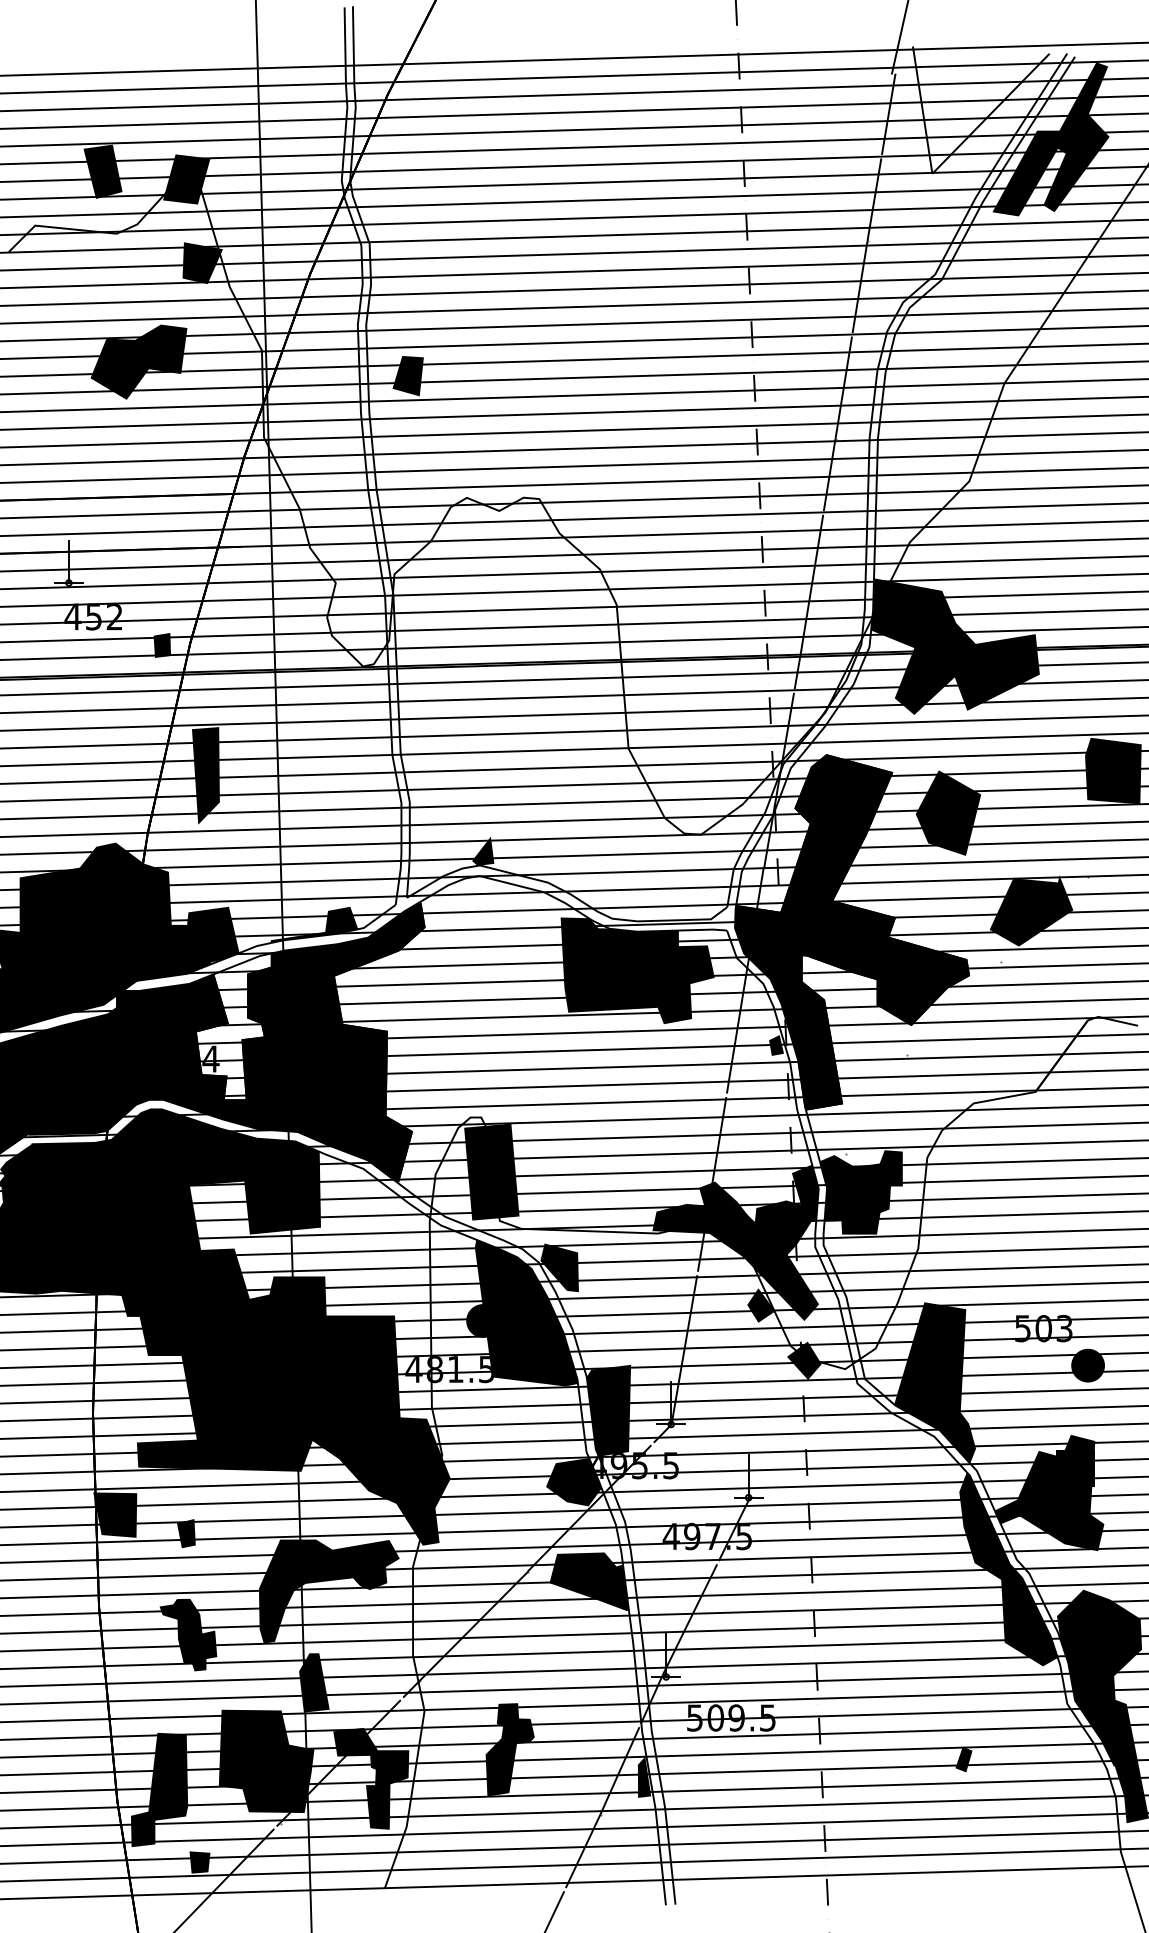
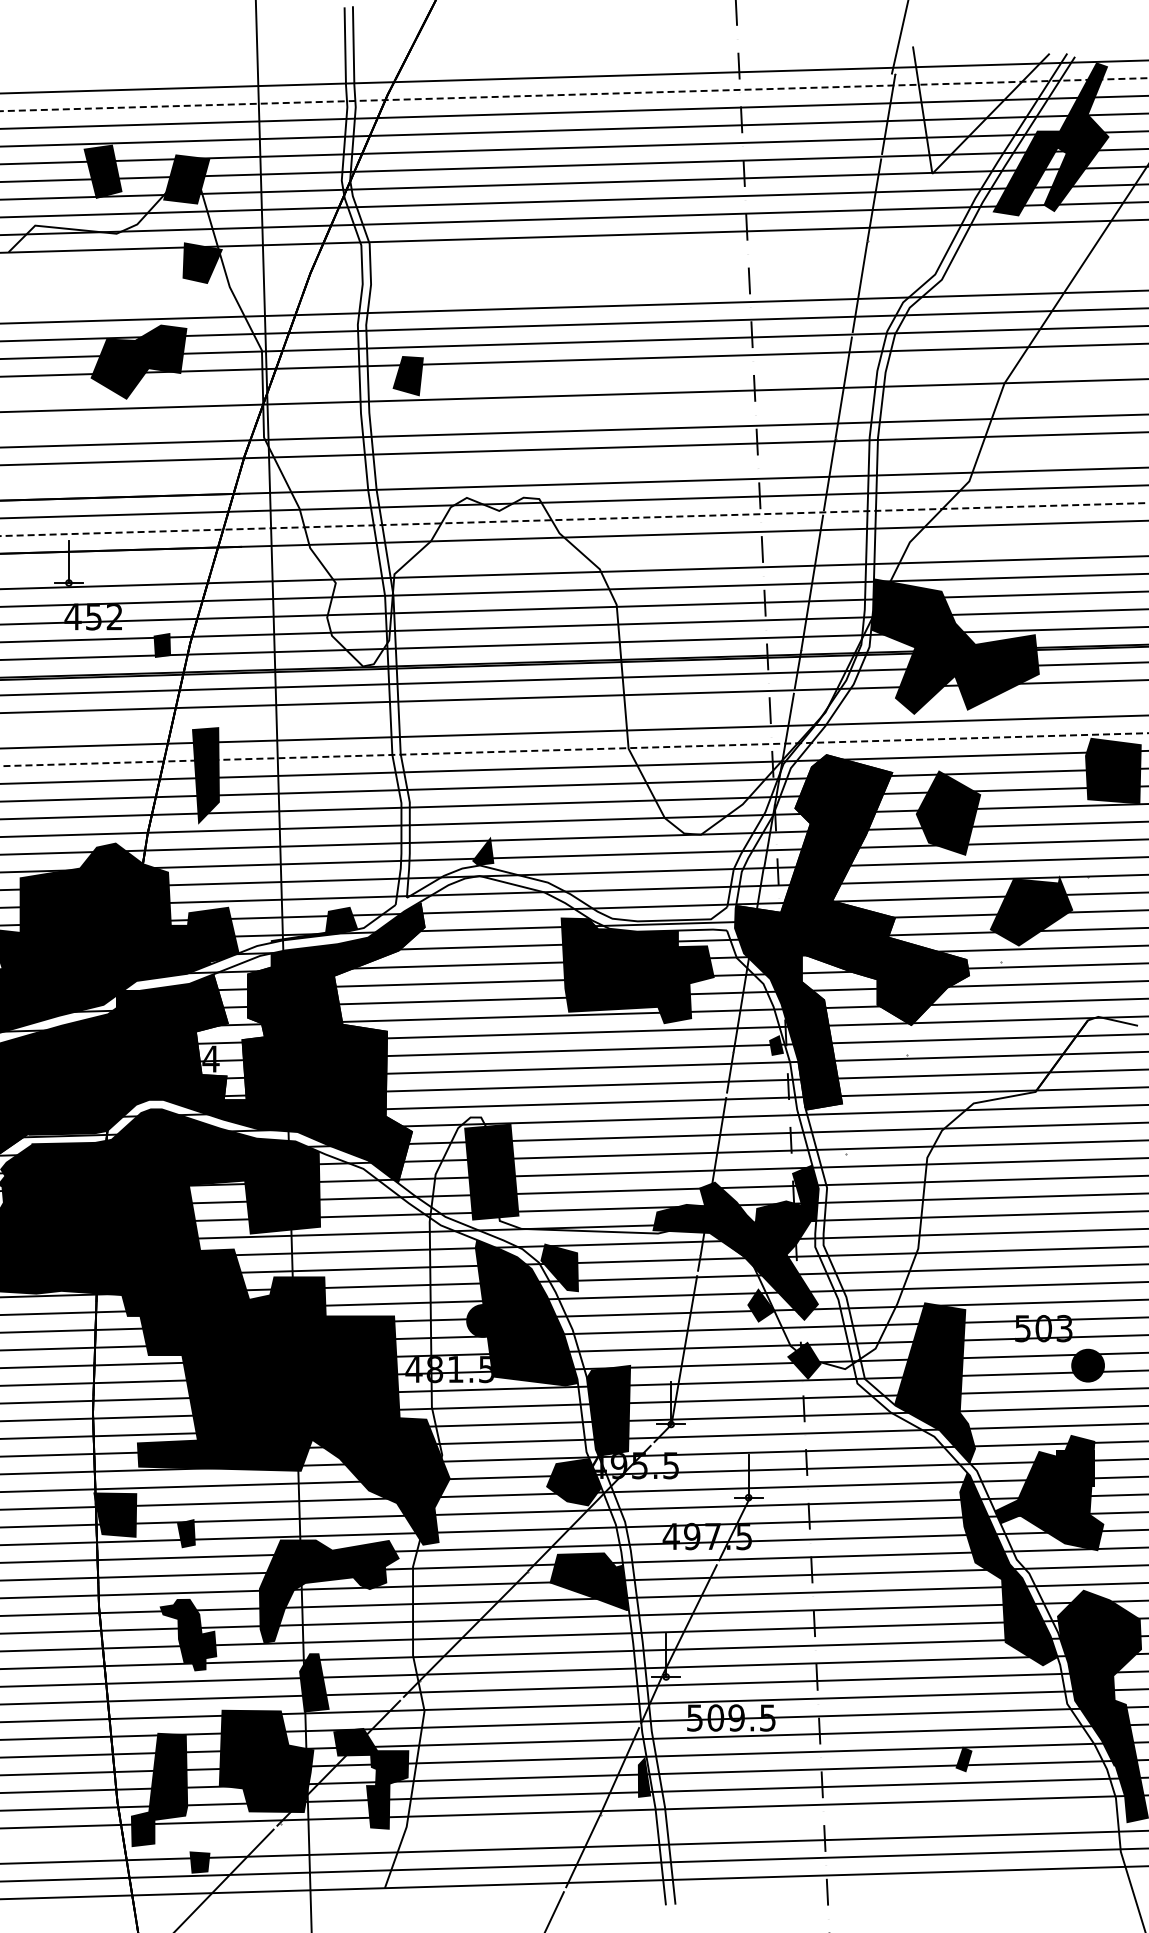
line at (573, 58): present -> none
line at (574, 94): solid -> dashed
line at (573, 253): present -> none
line at (573, 271): present -> none
line at (573, 288): present -> none
line at (573, 377): present -> none
line at (573, 412): present -> none
line at (573, 466): present -> none
line at (575, 519): solid -> dashed
line at (573, 554): present -> none
line at (573, 713): present -> none
line at (575, 749): solid -> dashed
fill at (860, 1192): present -> none
fill at (509, 1749): present -> none
line at (573, 1829): present -> none
